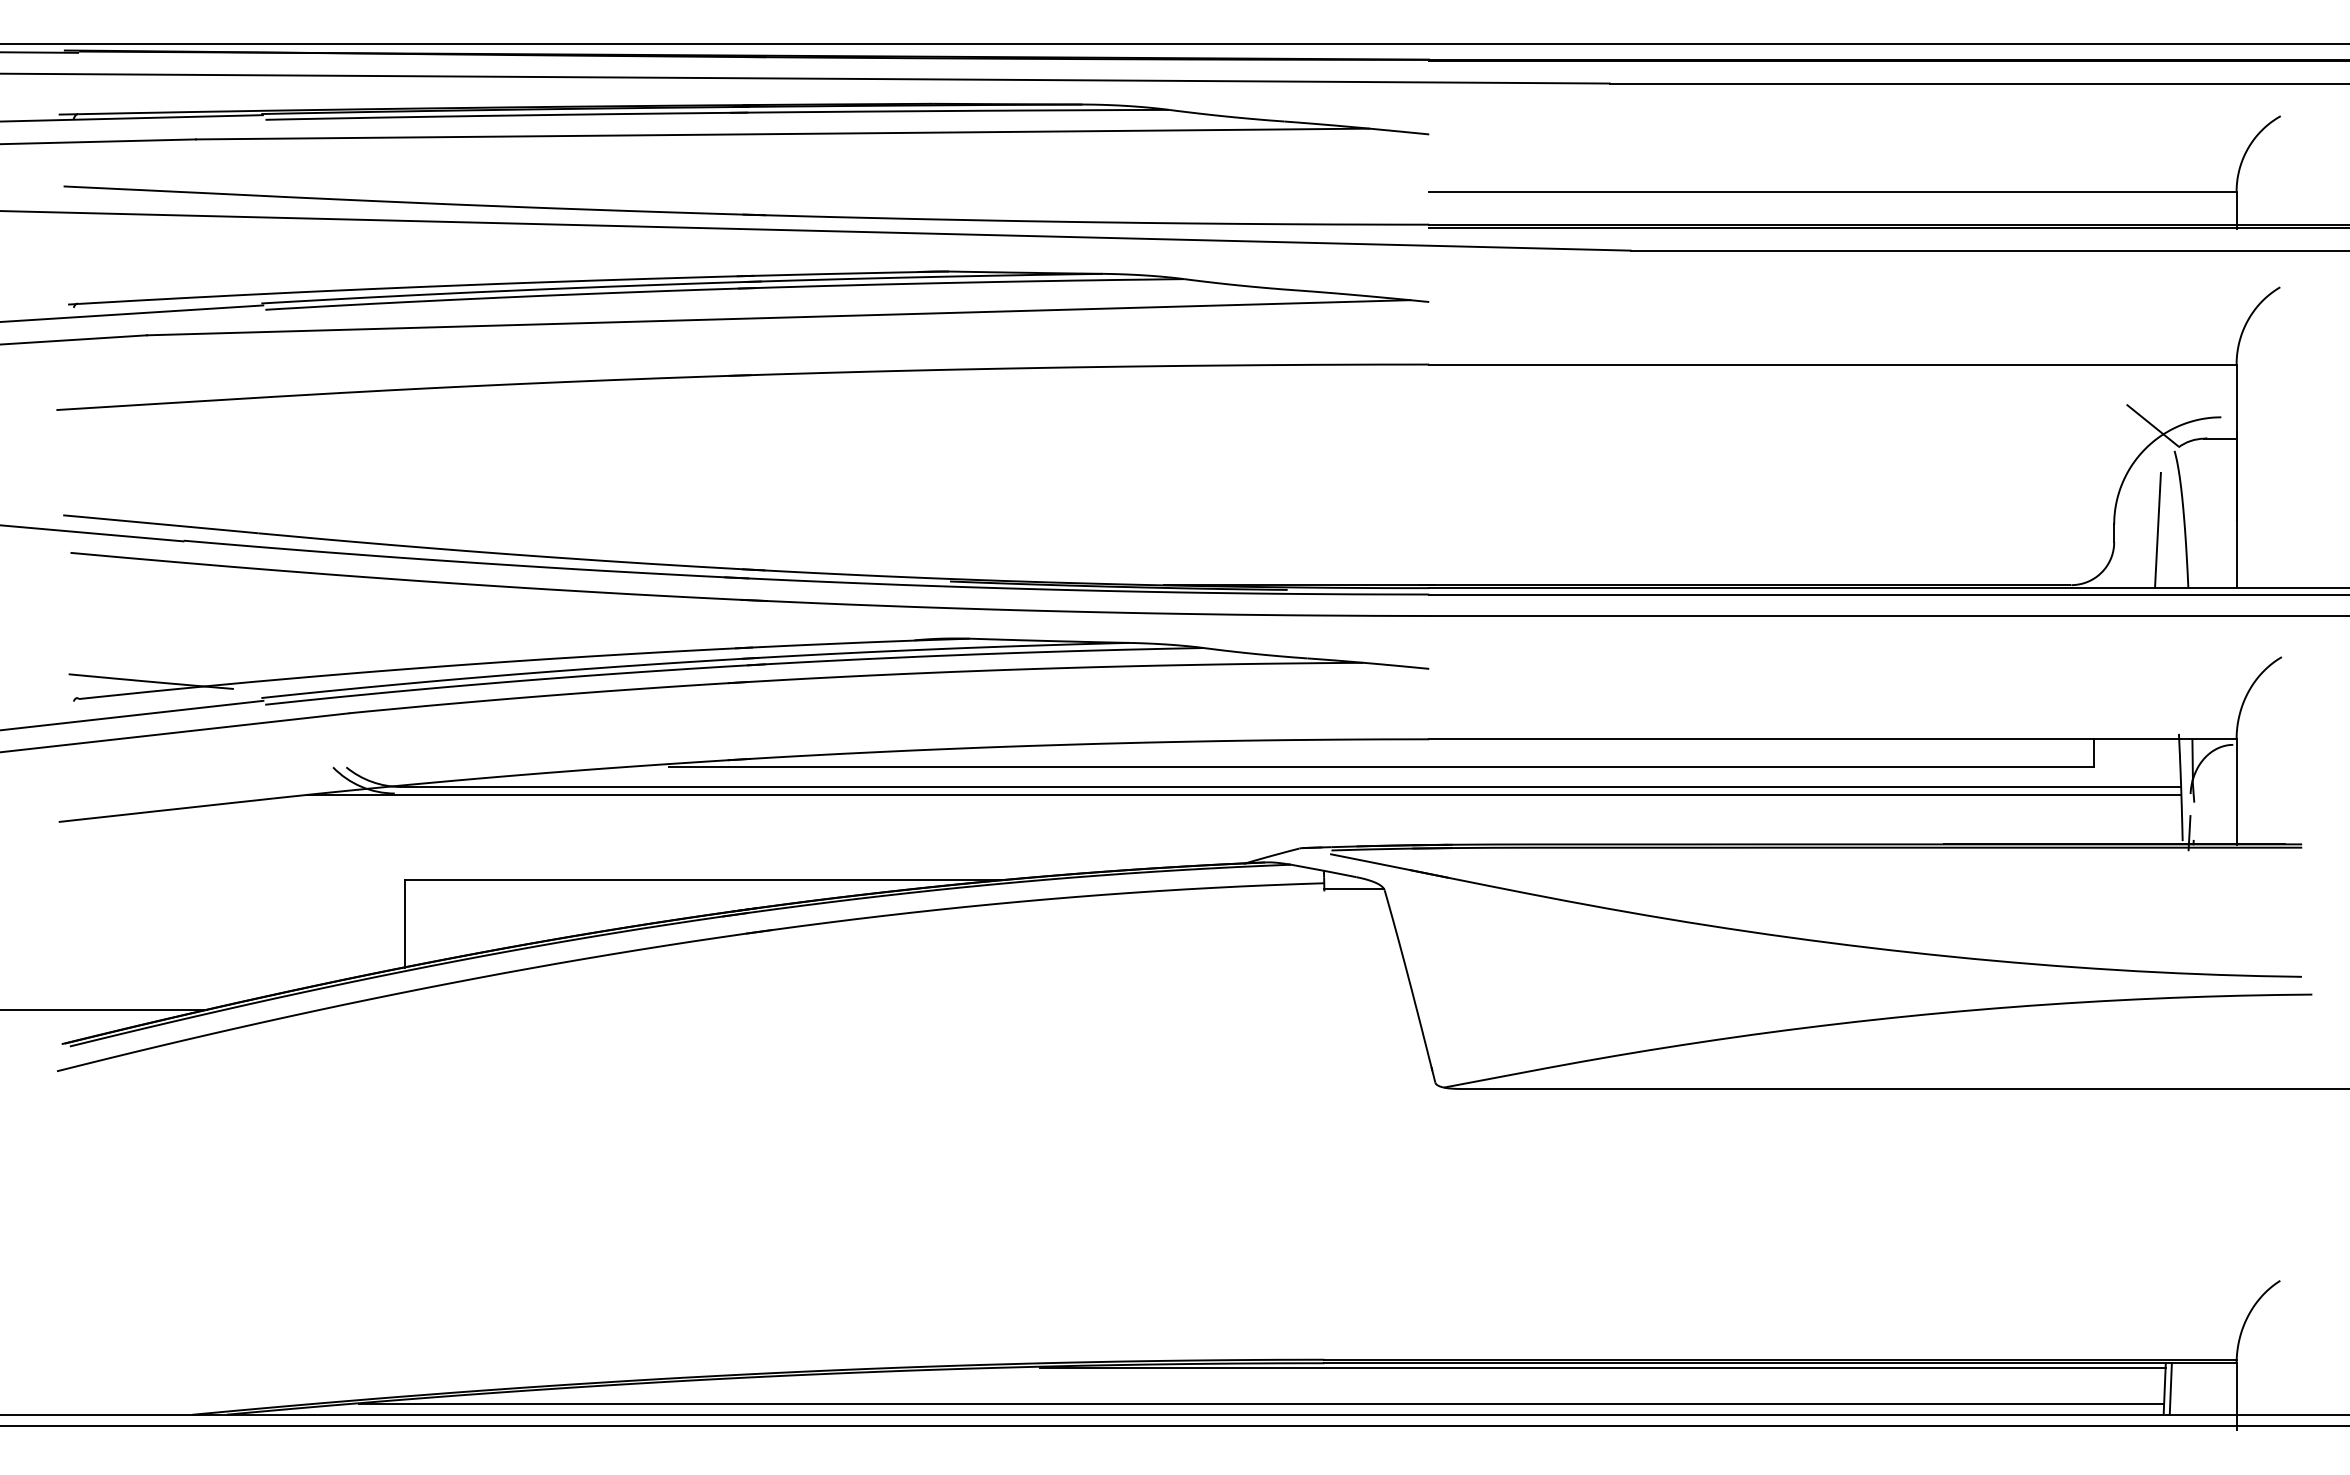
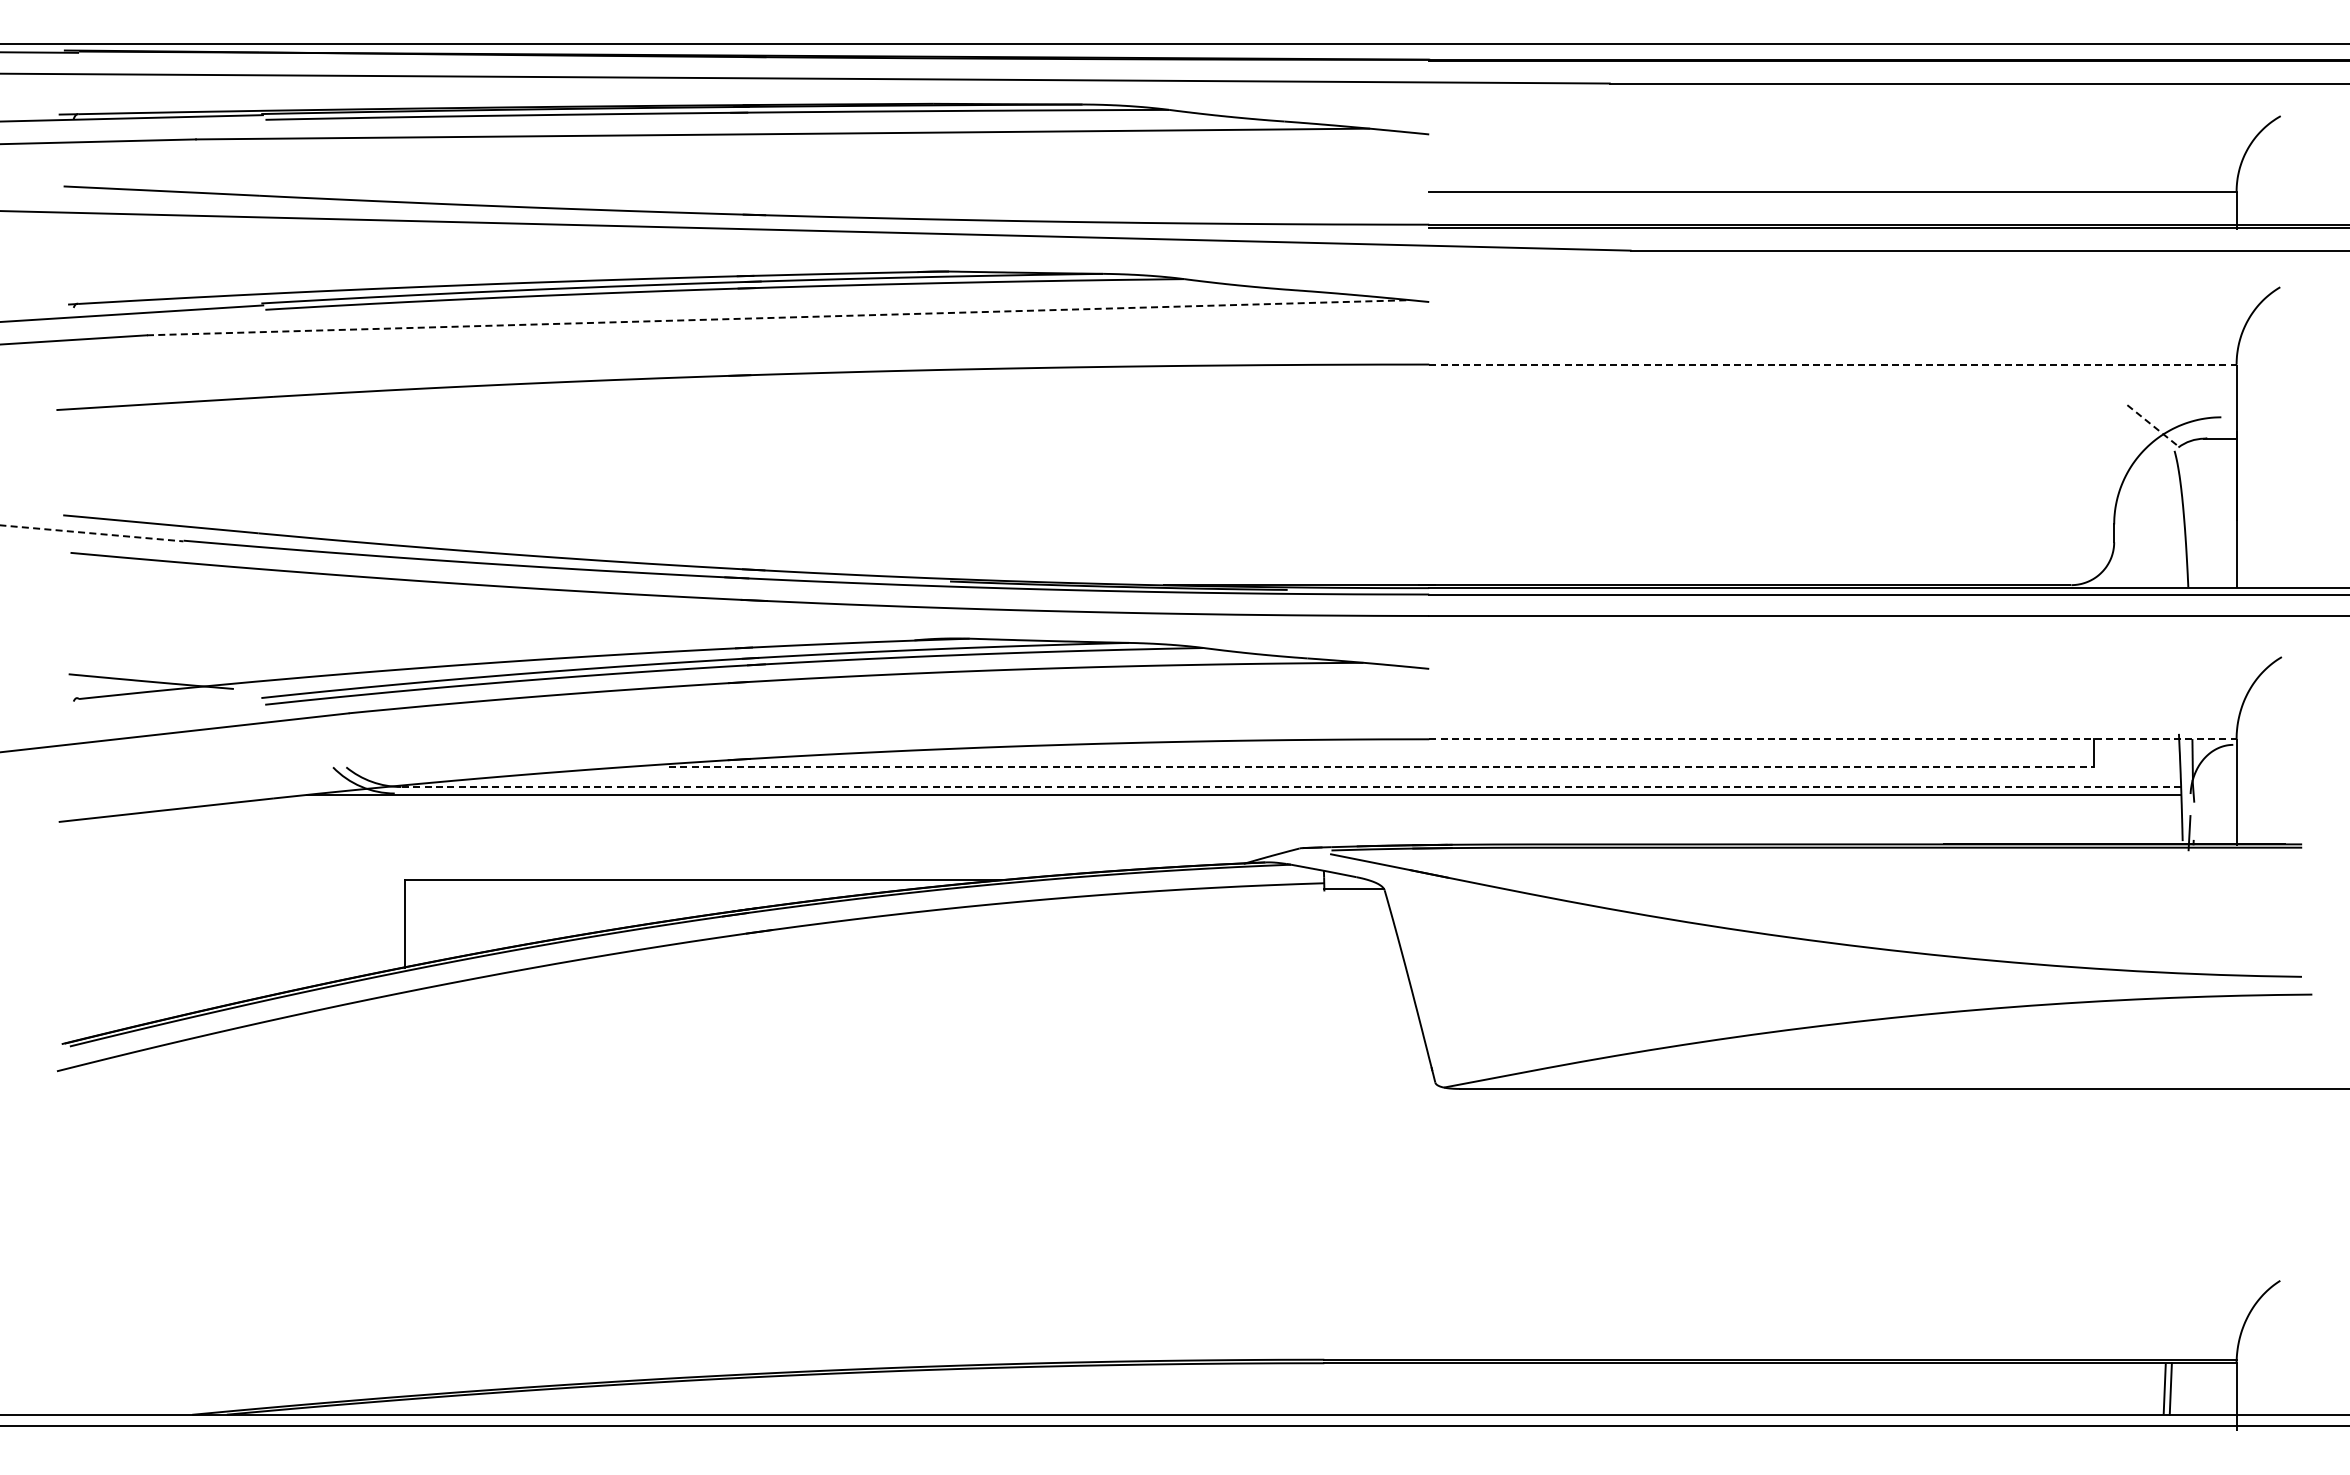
line at (778, 317): solid -> dashed
line at (1832, 364): solid -> dashed
line at (2153, 425): solid -> dashed
line at (2157, 529): present -> none
line at (91, 533): solid -> dashed
line at (132, 715): present -> none
line at (1832, 739): solid -> dashed
line at (1381, 767): solid -> dashed
line at (1291, 787): solid -> dashed
line at (104, 1009): present -> none
line at (1602, 1367): present -> none
line at (1261, 1403): present -> none
